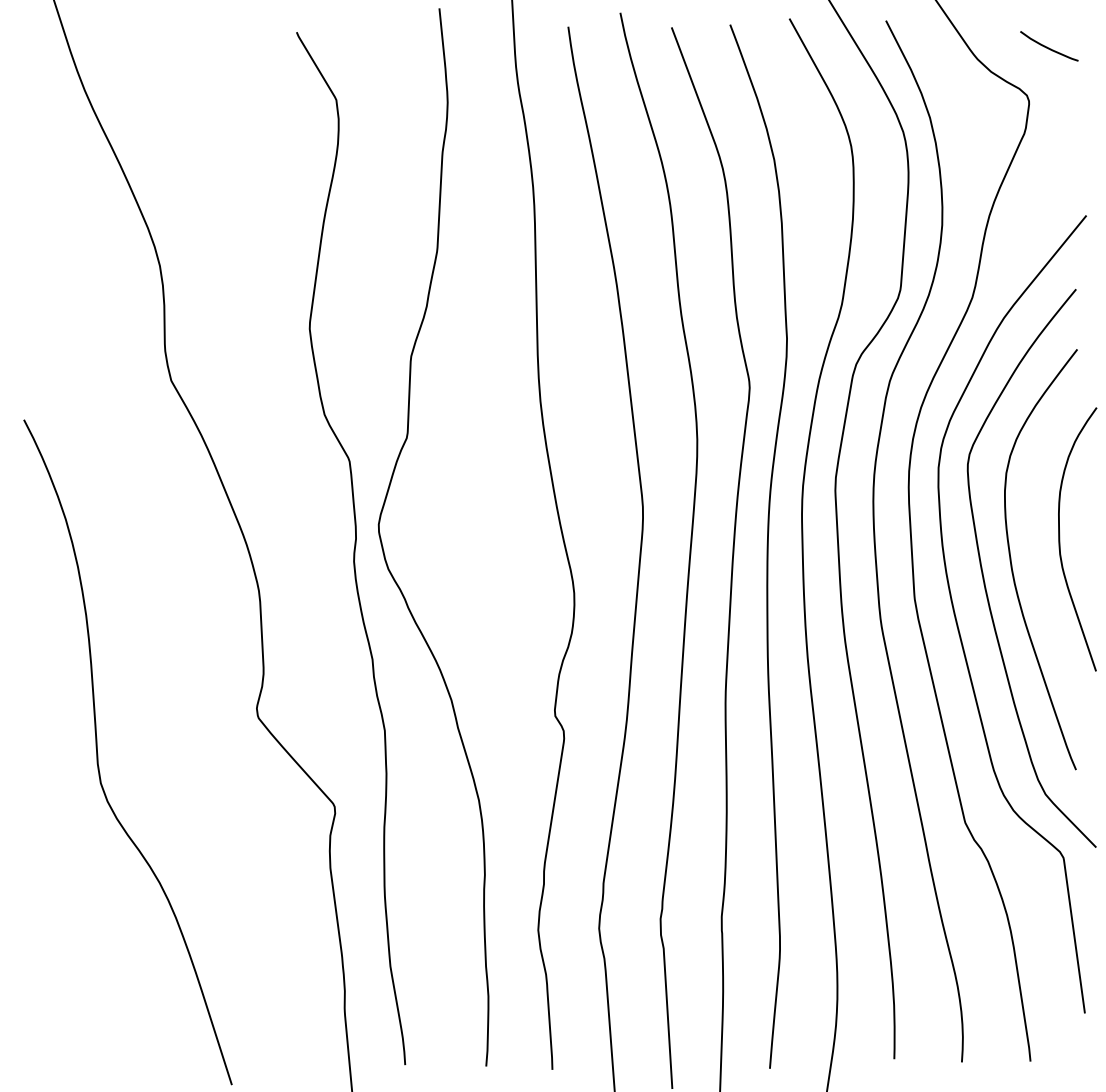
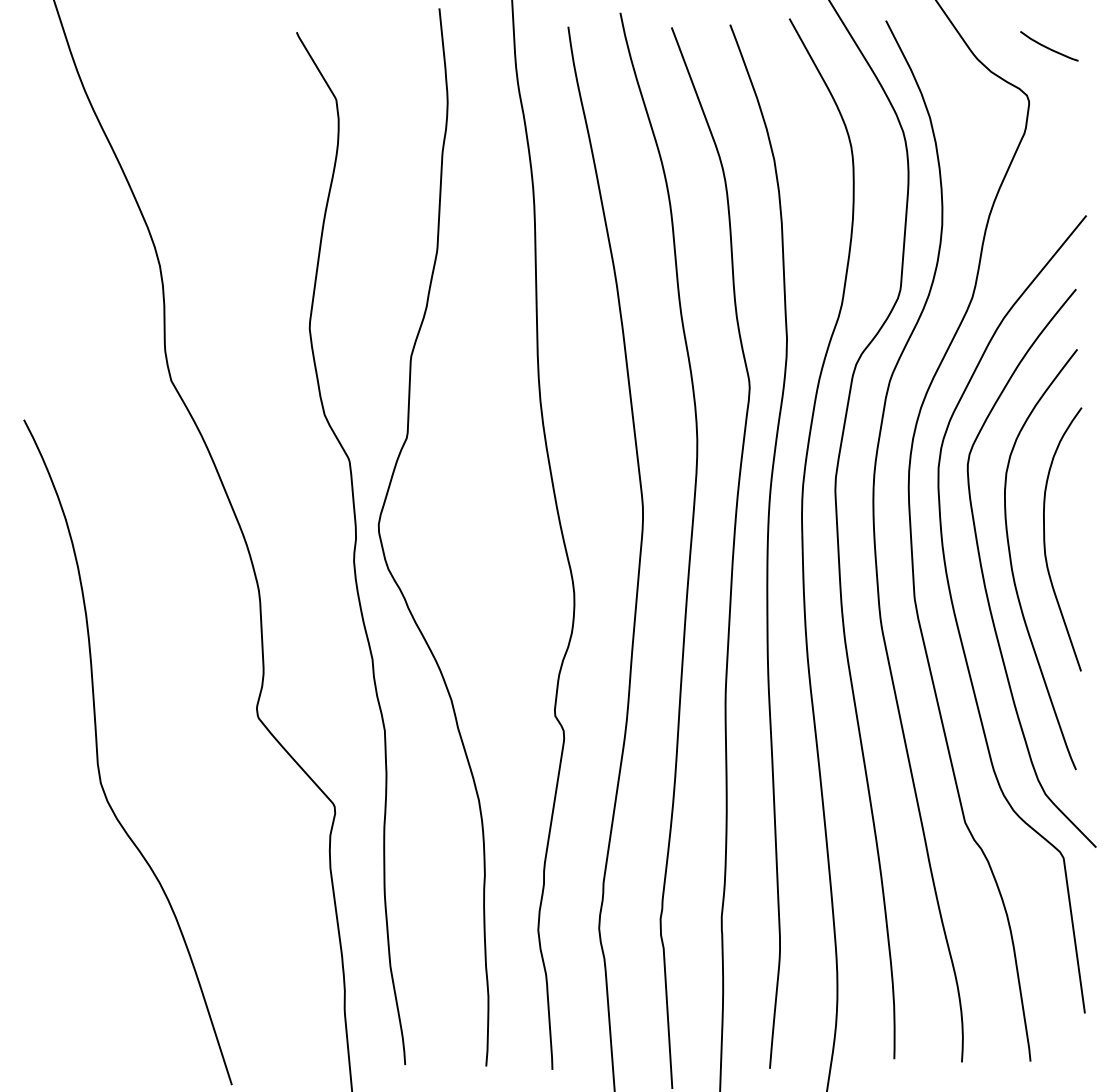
curve at (1060, 539) position: (1060, 539) -> (1045, 539)
